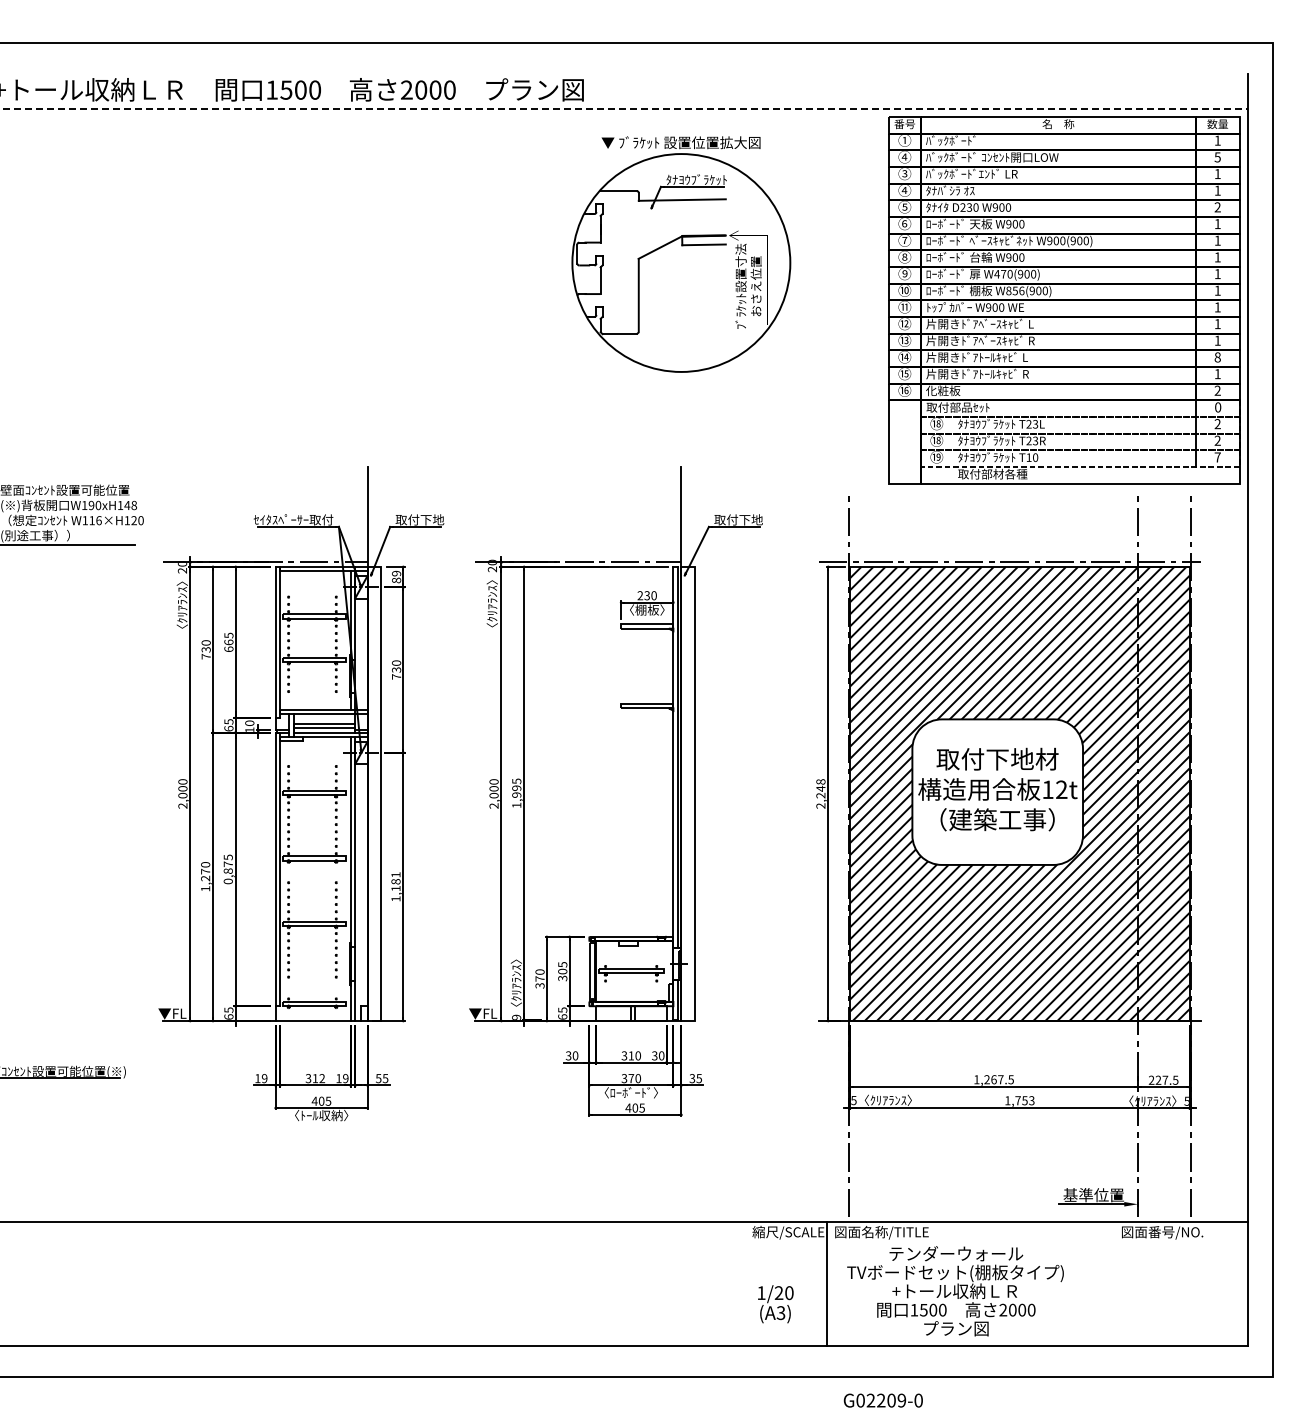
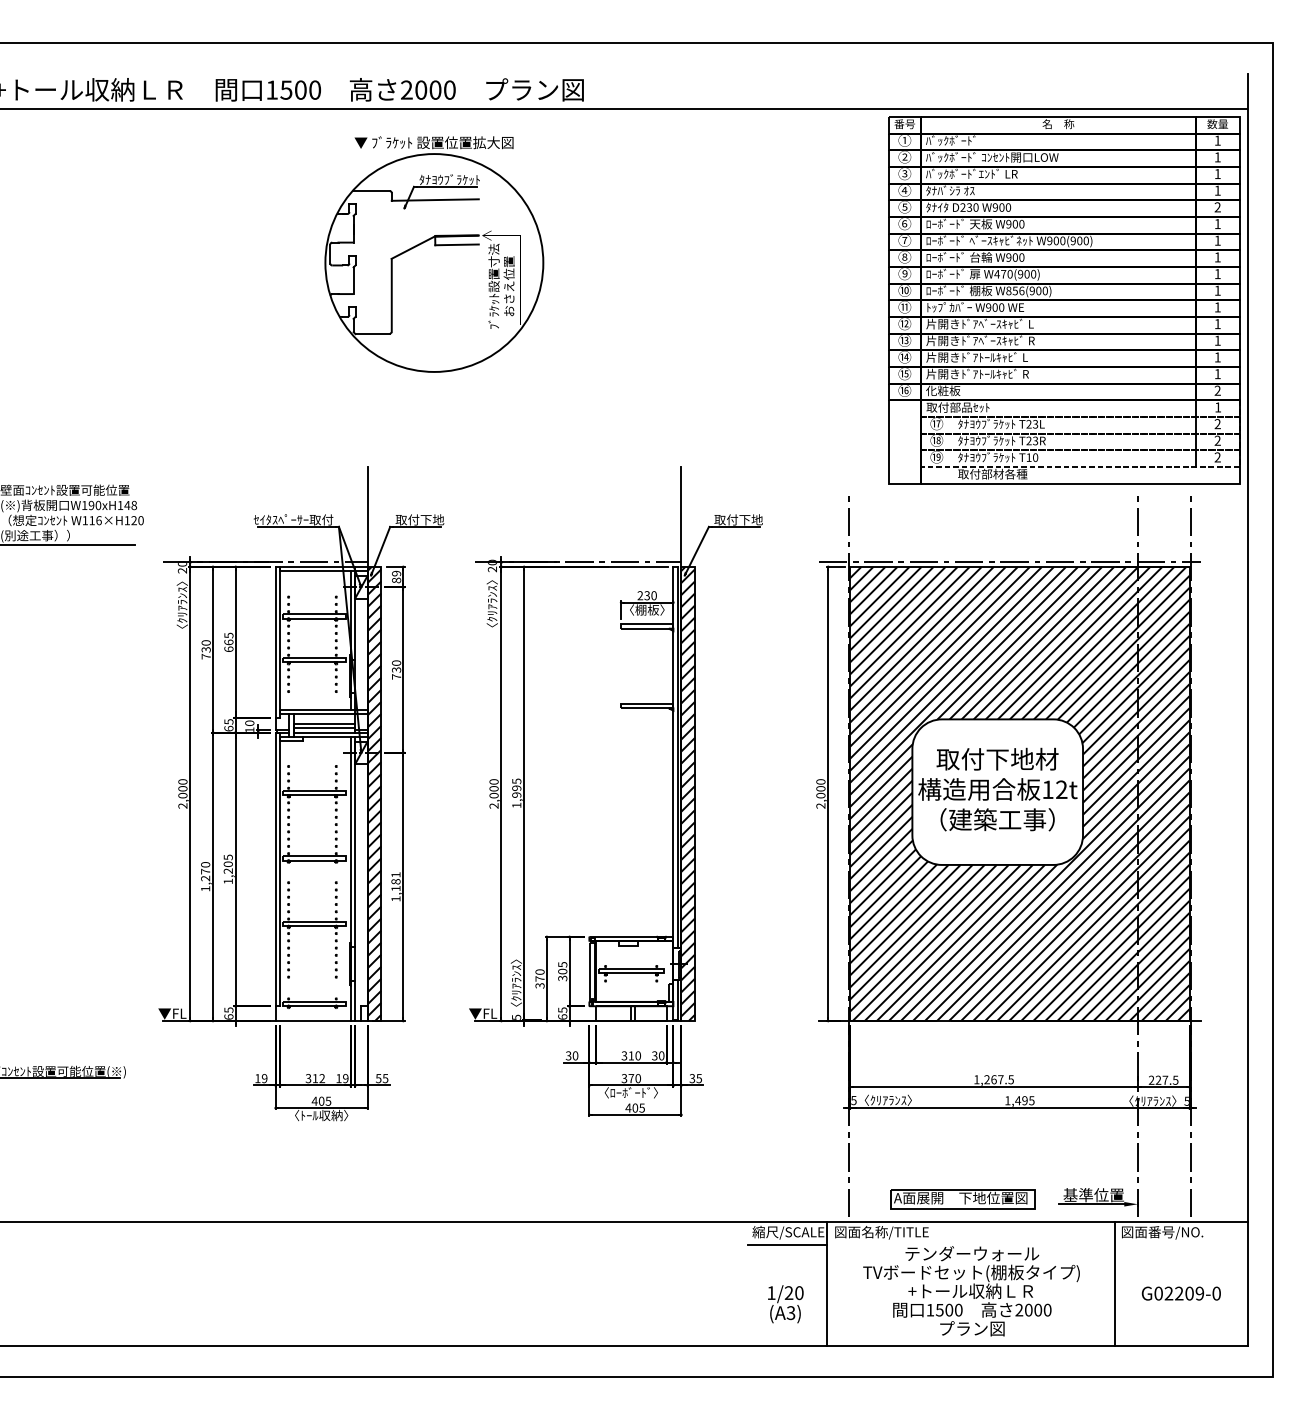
line at (624, 108): dashed -> solid
text at (904, 156): ④ -> ②
text at (1217, 157): 5 -> 1
part at (681, 254) position: (681, 254) -> (434, 254)
text at (1217, 357): 8 -> 1
text at (1218, 407): 0 -> 1
text at (938, 423): ⑱ -> ⑰
text at (1217, 457): 7 -> 2
text at (820, 788): 2,248 -> 2,000
hatch at (374, 793): none -> present
hatch at (687, 793): none -> present
text at (227, 872): 0,875 -> 1,205
text at (516, 1016): 9 -> 5
text at (1024, 1100): 1,753 -> 1,495
part at (962, 1199): none -> present
line at (786, 1245): none -> present
line at (1114, 1283): none -> present
text at (955, 1291) position: (955, 1291) -> (971, 1291)
text at (775, 1304) position: (775, 1304) -> (785, 1304)
text at (882, 1400) position: (882, 1400) -> (1180, 1293)
